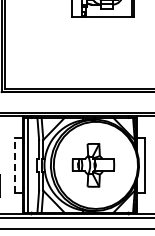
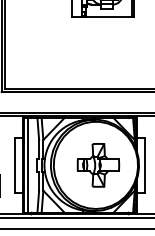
line at (14, 165): dashed -> solid
part at (93, 165) position: (93, 165) -> (98, 165)
